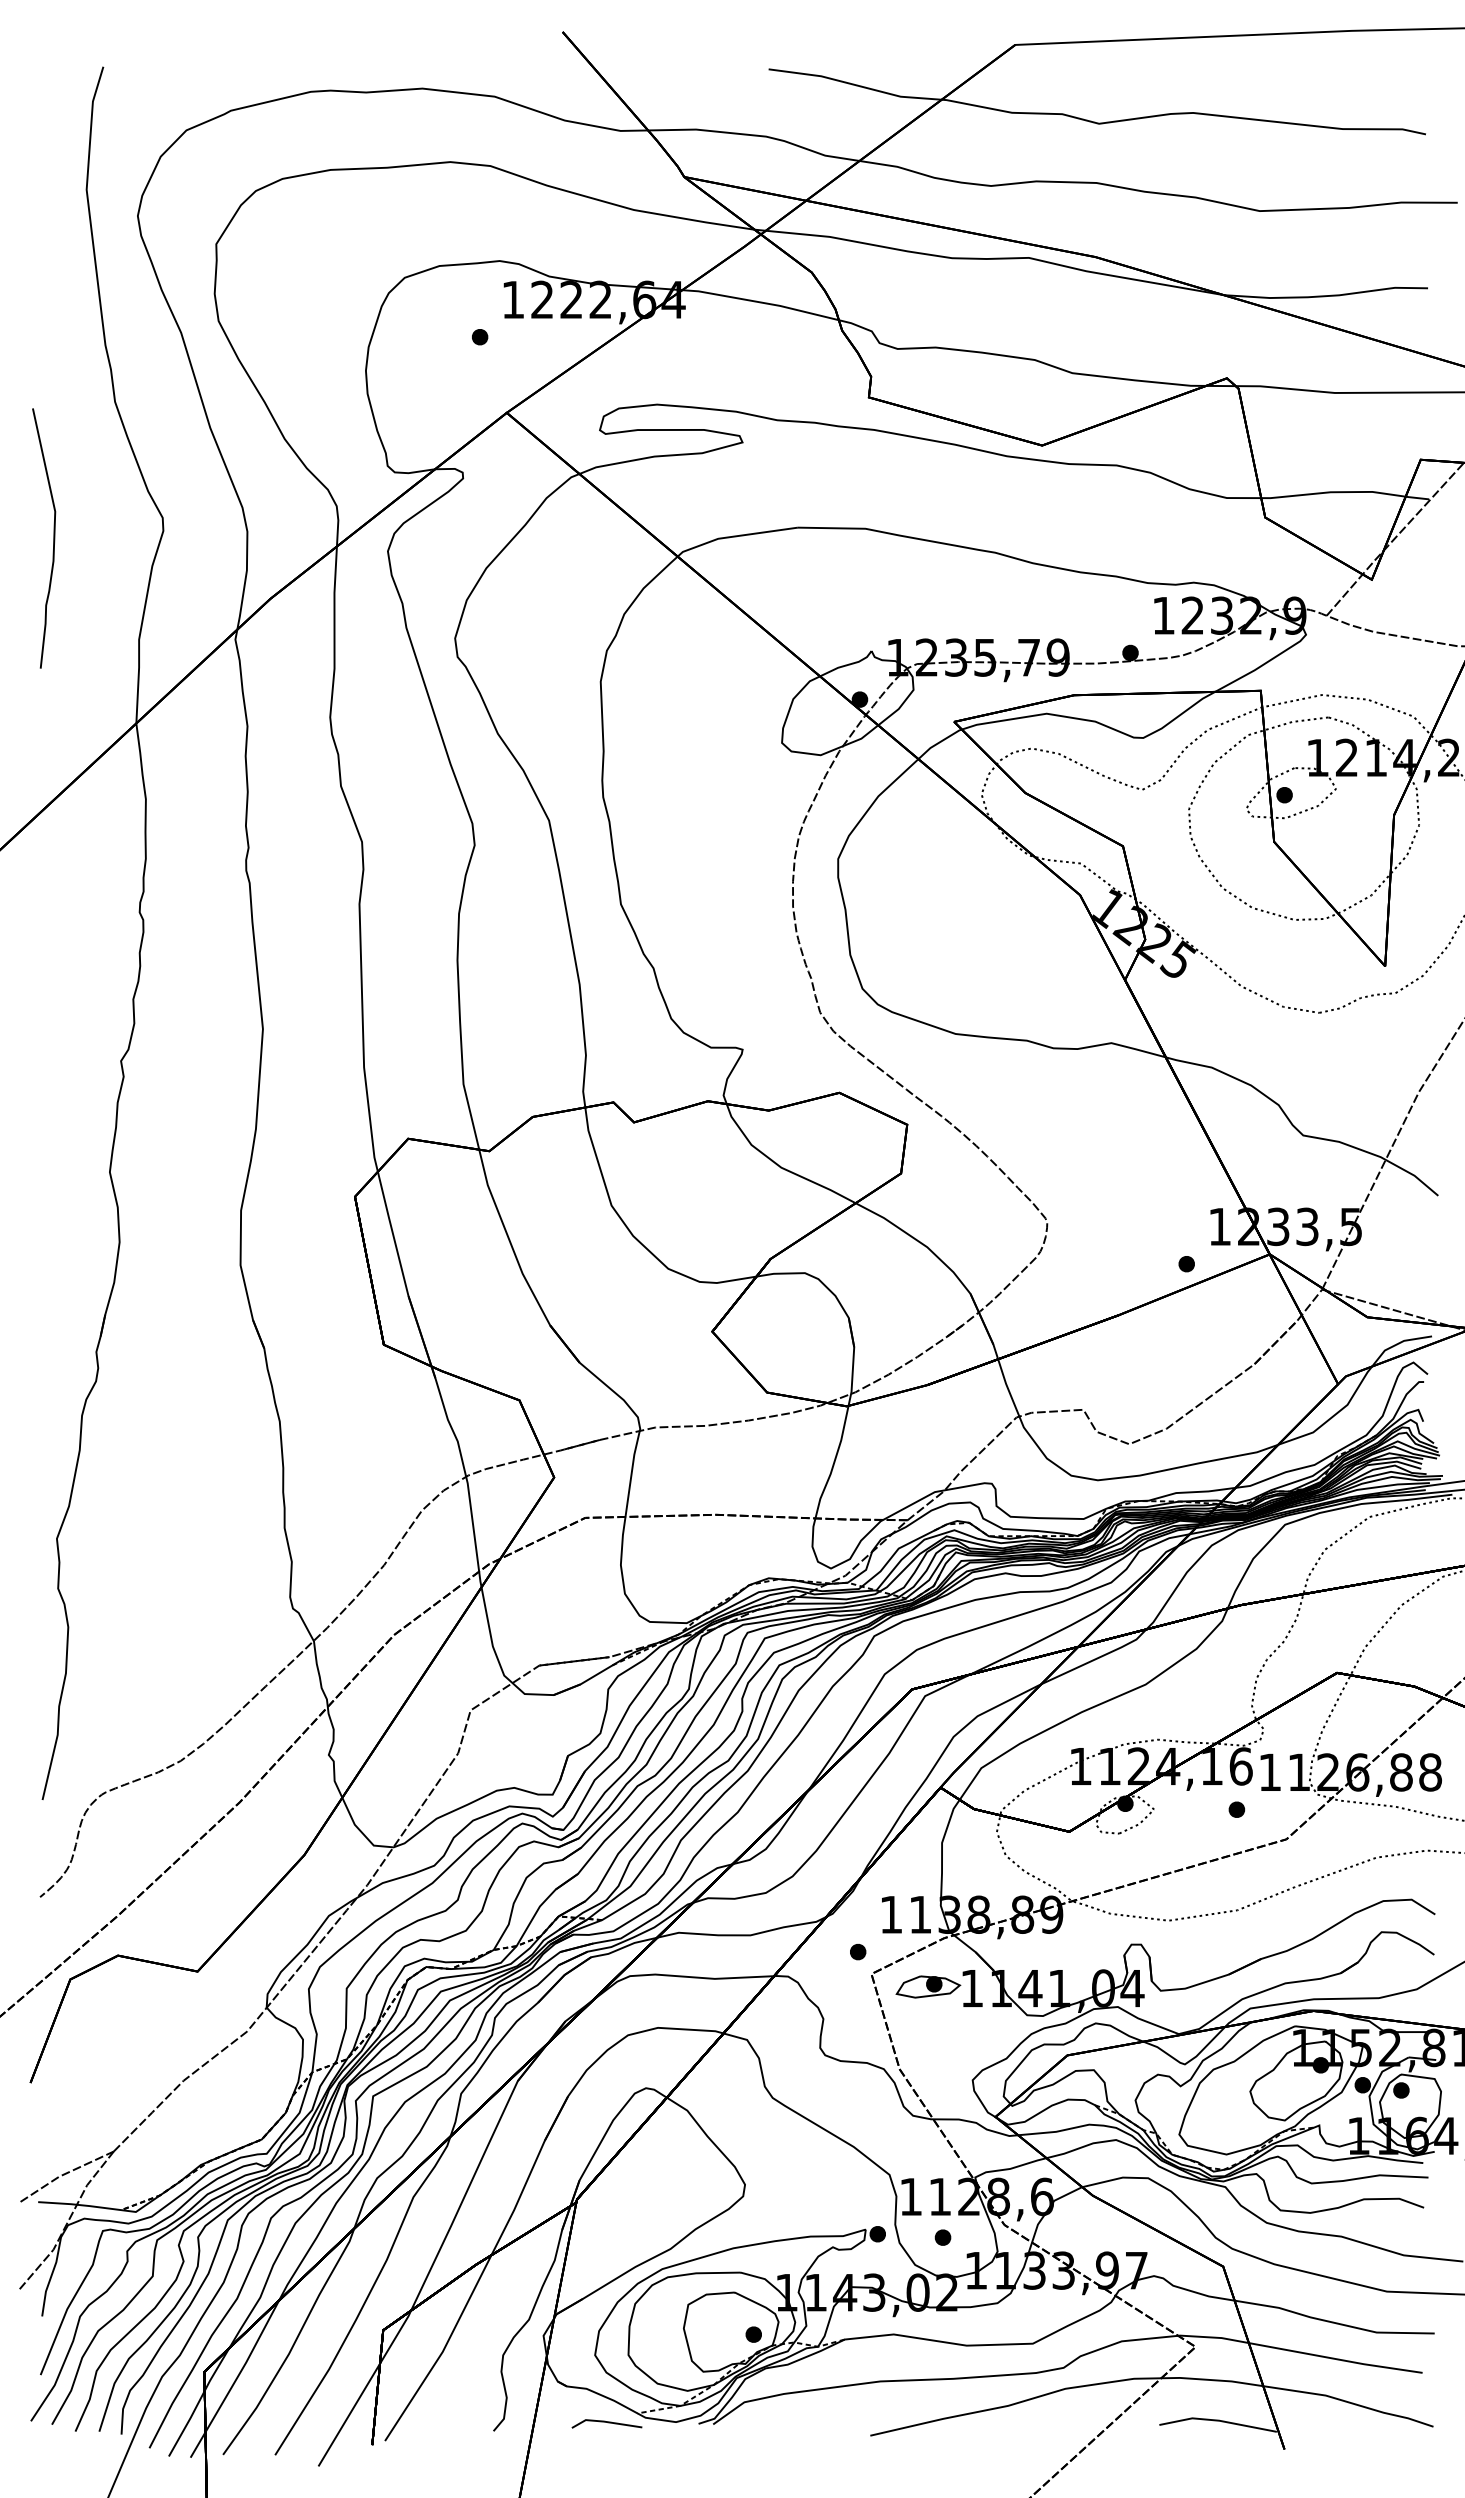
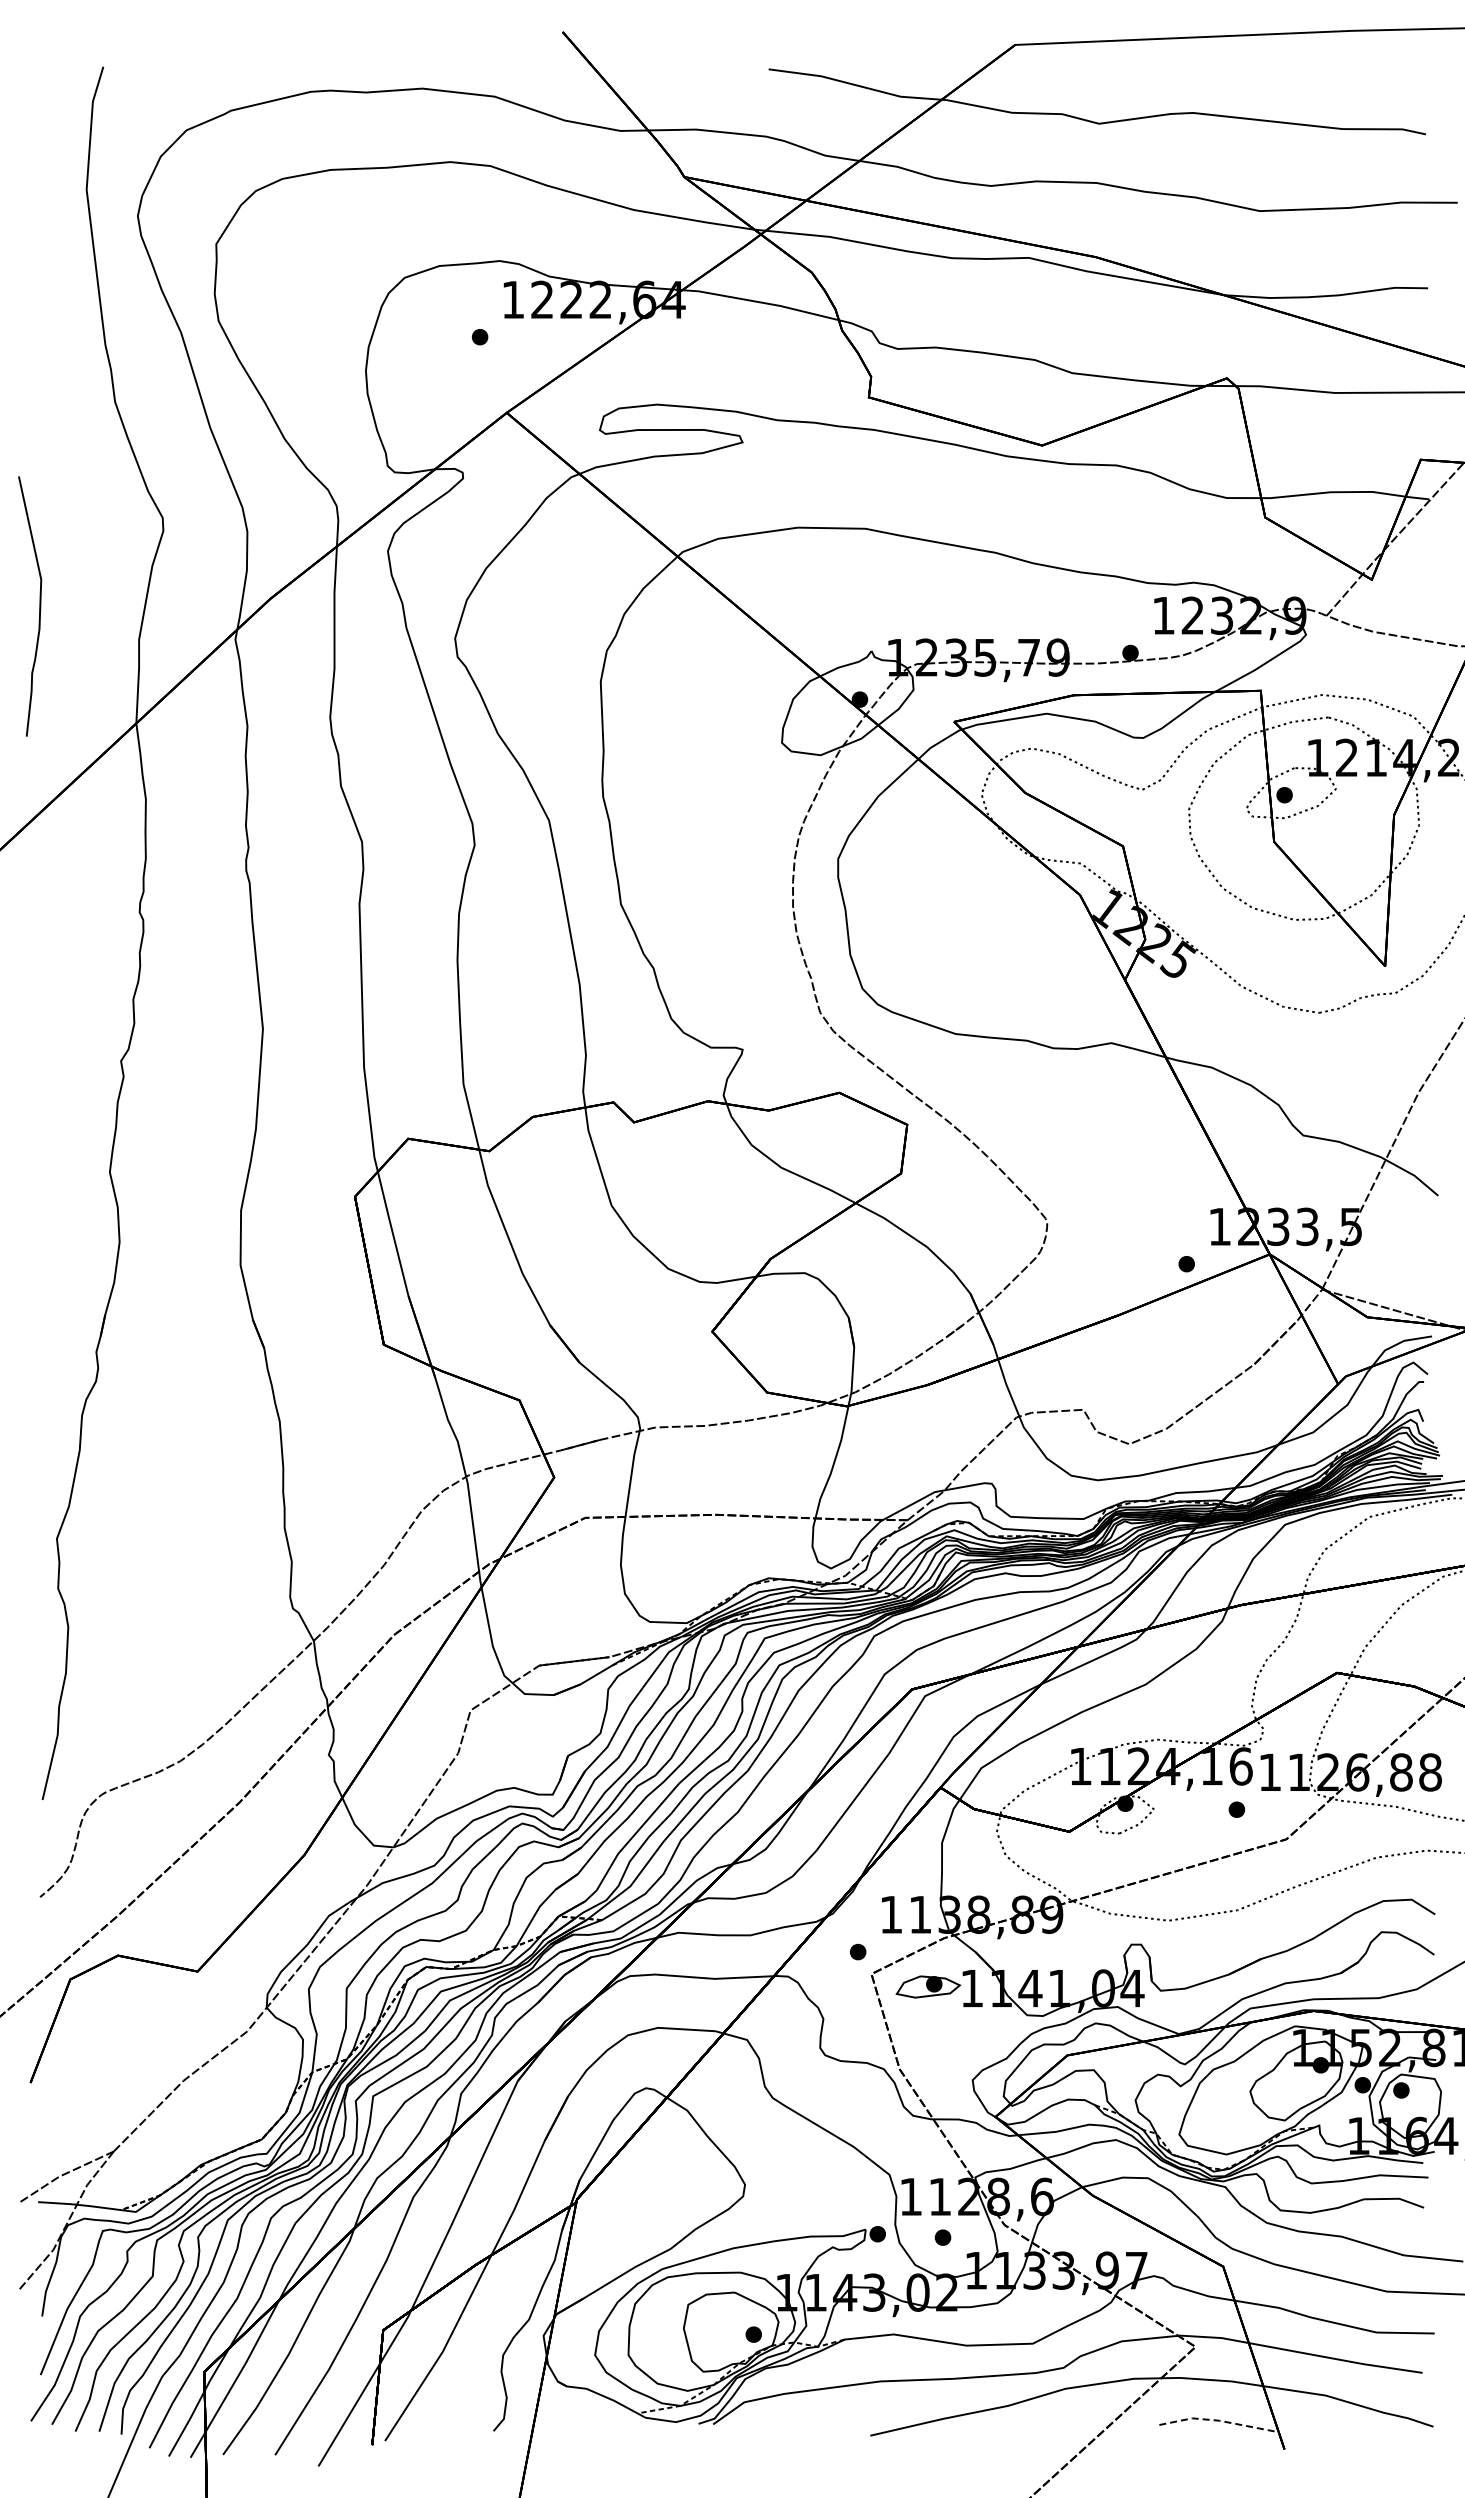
curve at (53, 538) position: (53, 538) -> (39, 606)
line at (1218, 2420): solid -> dashed
line at (606, 2422): present -> none
